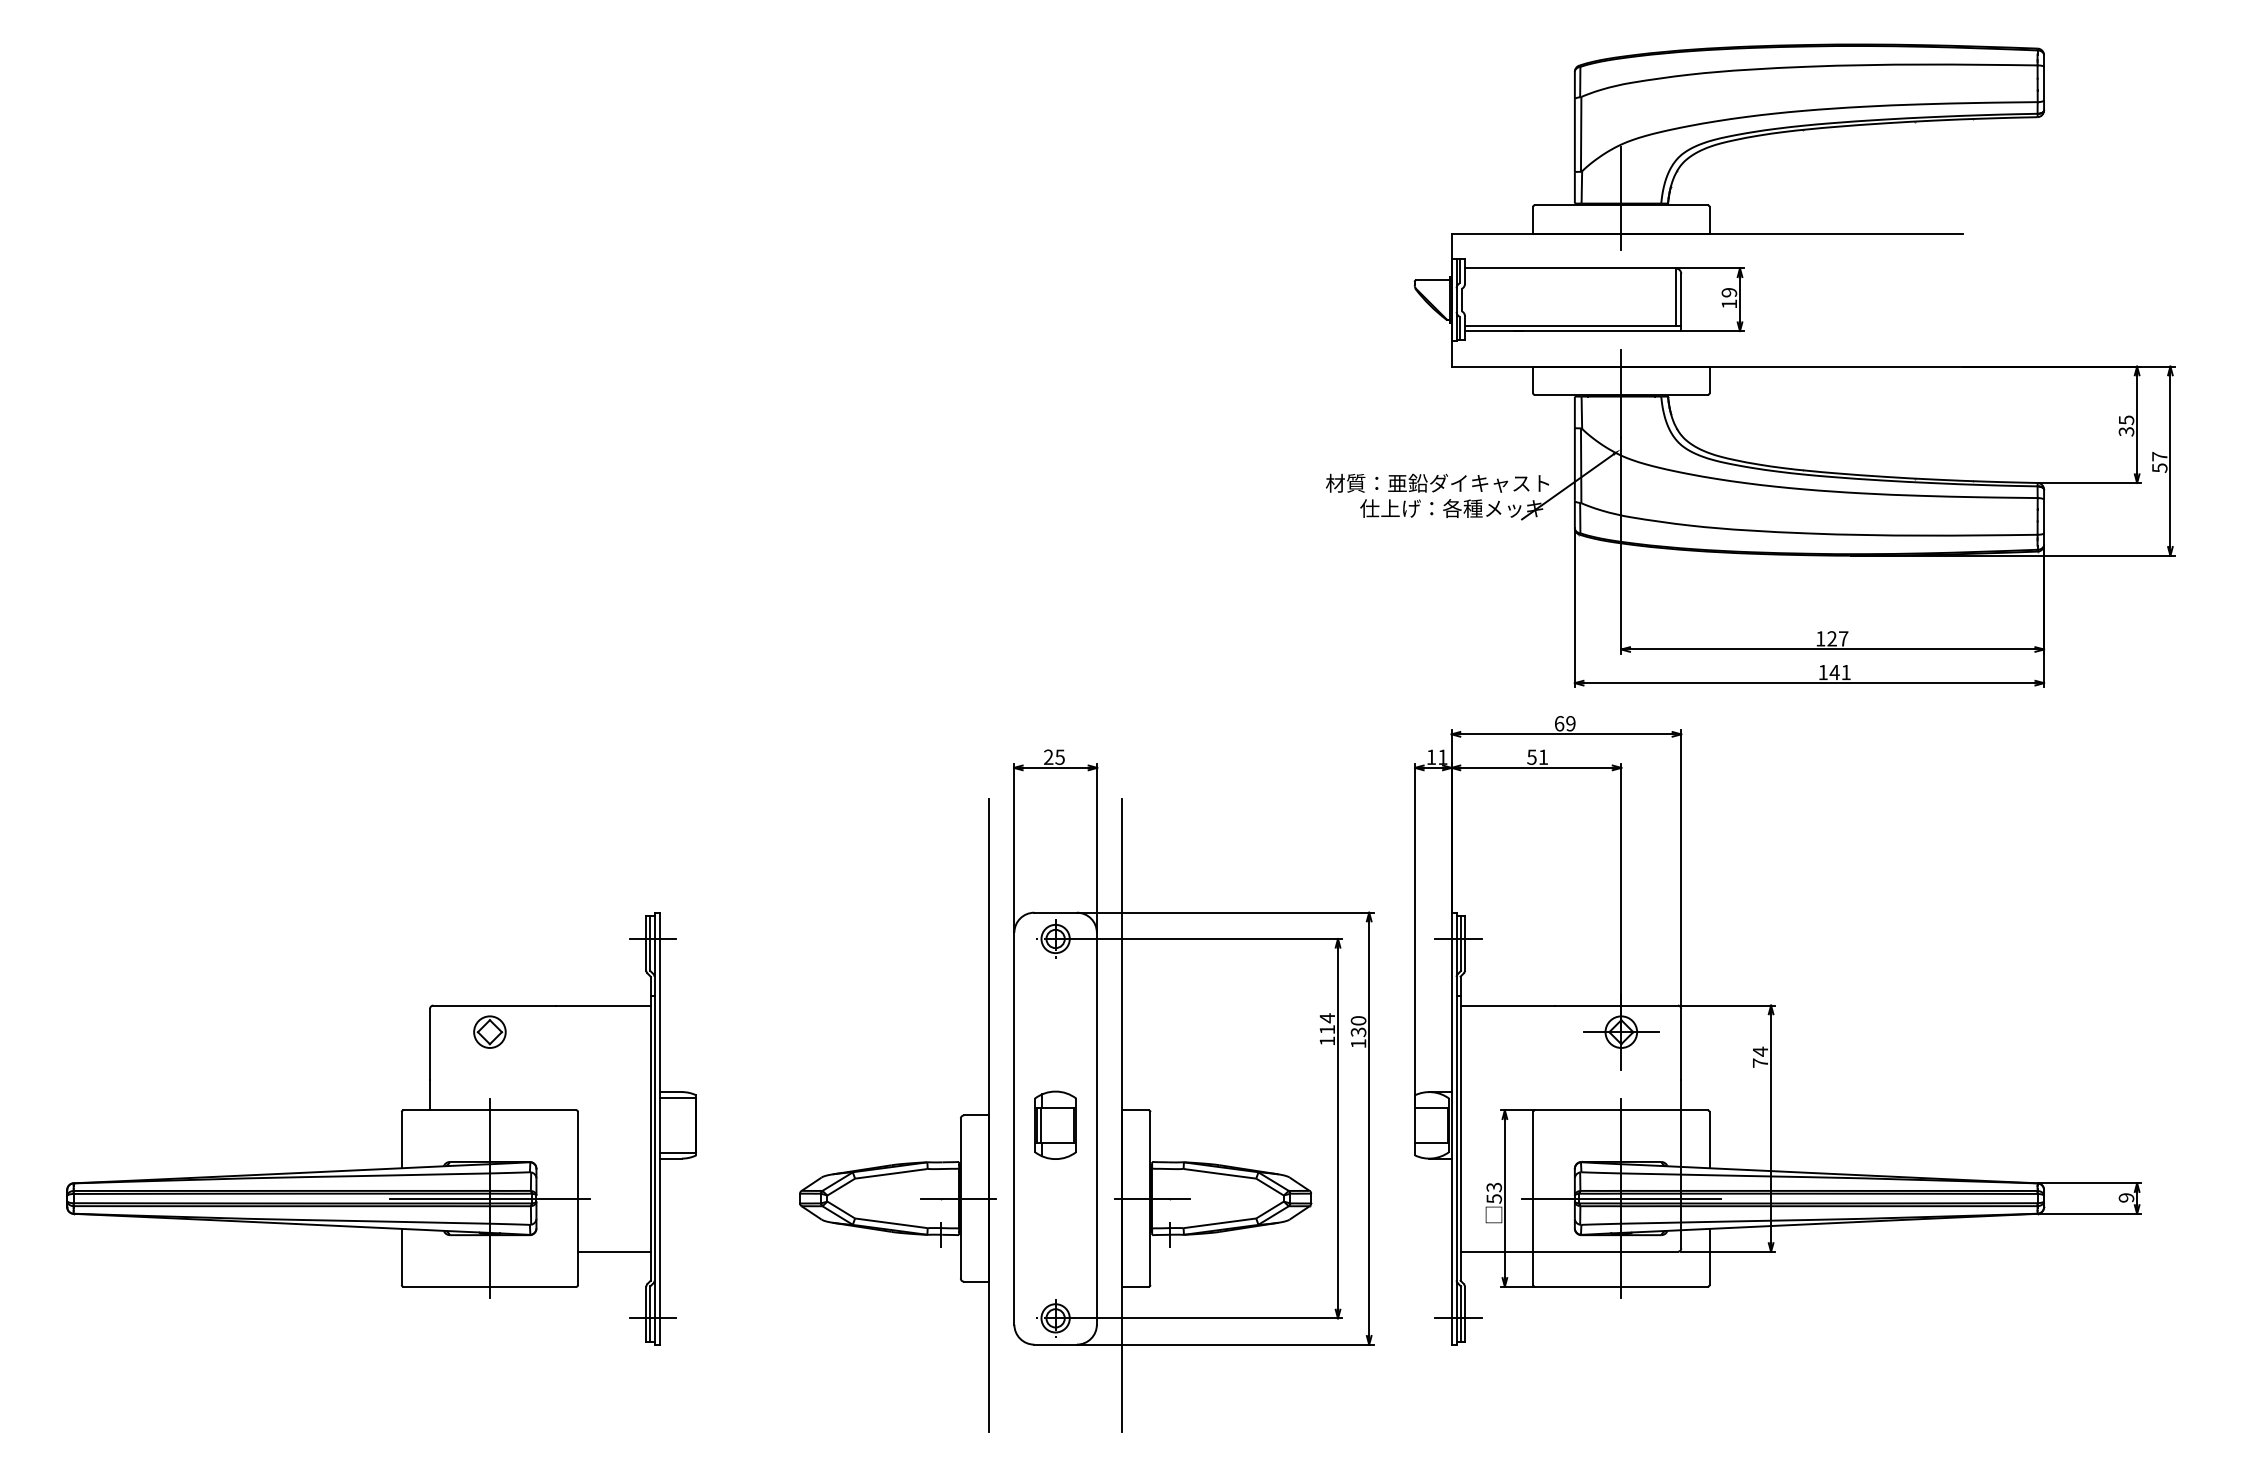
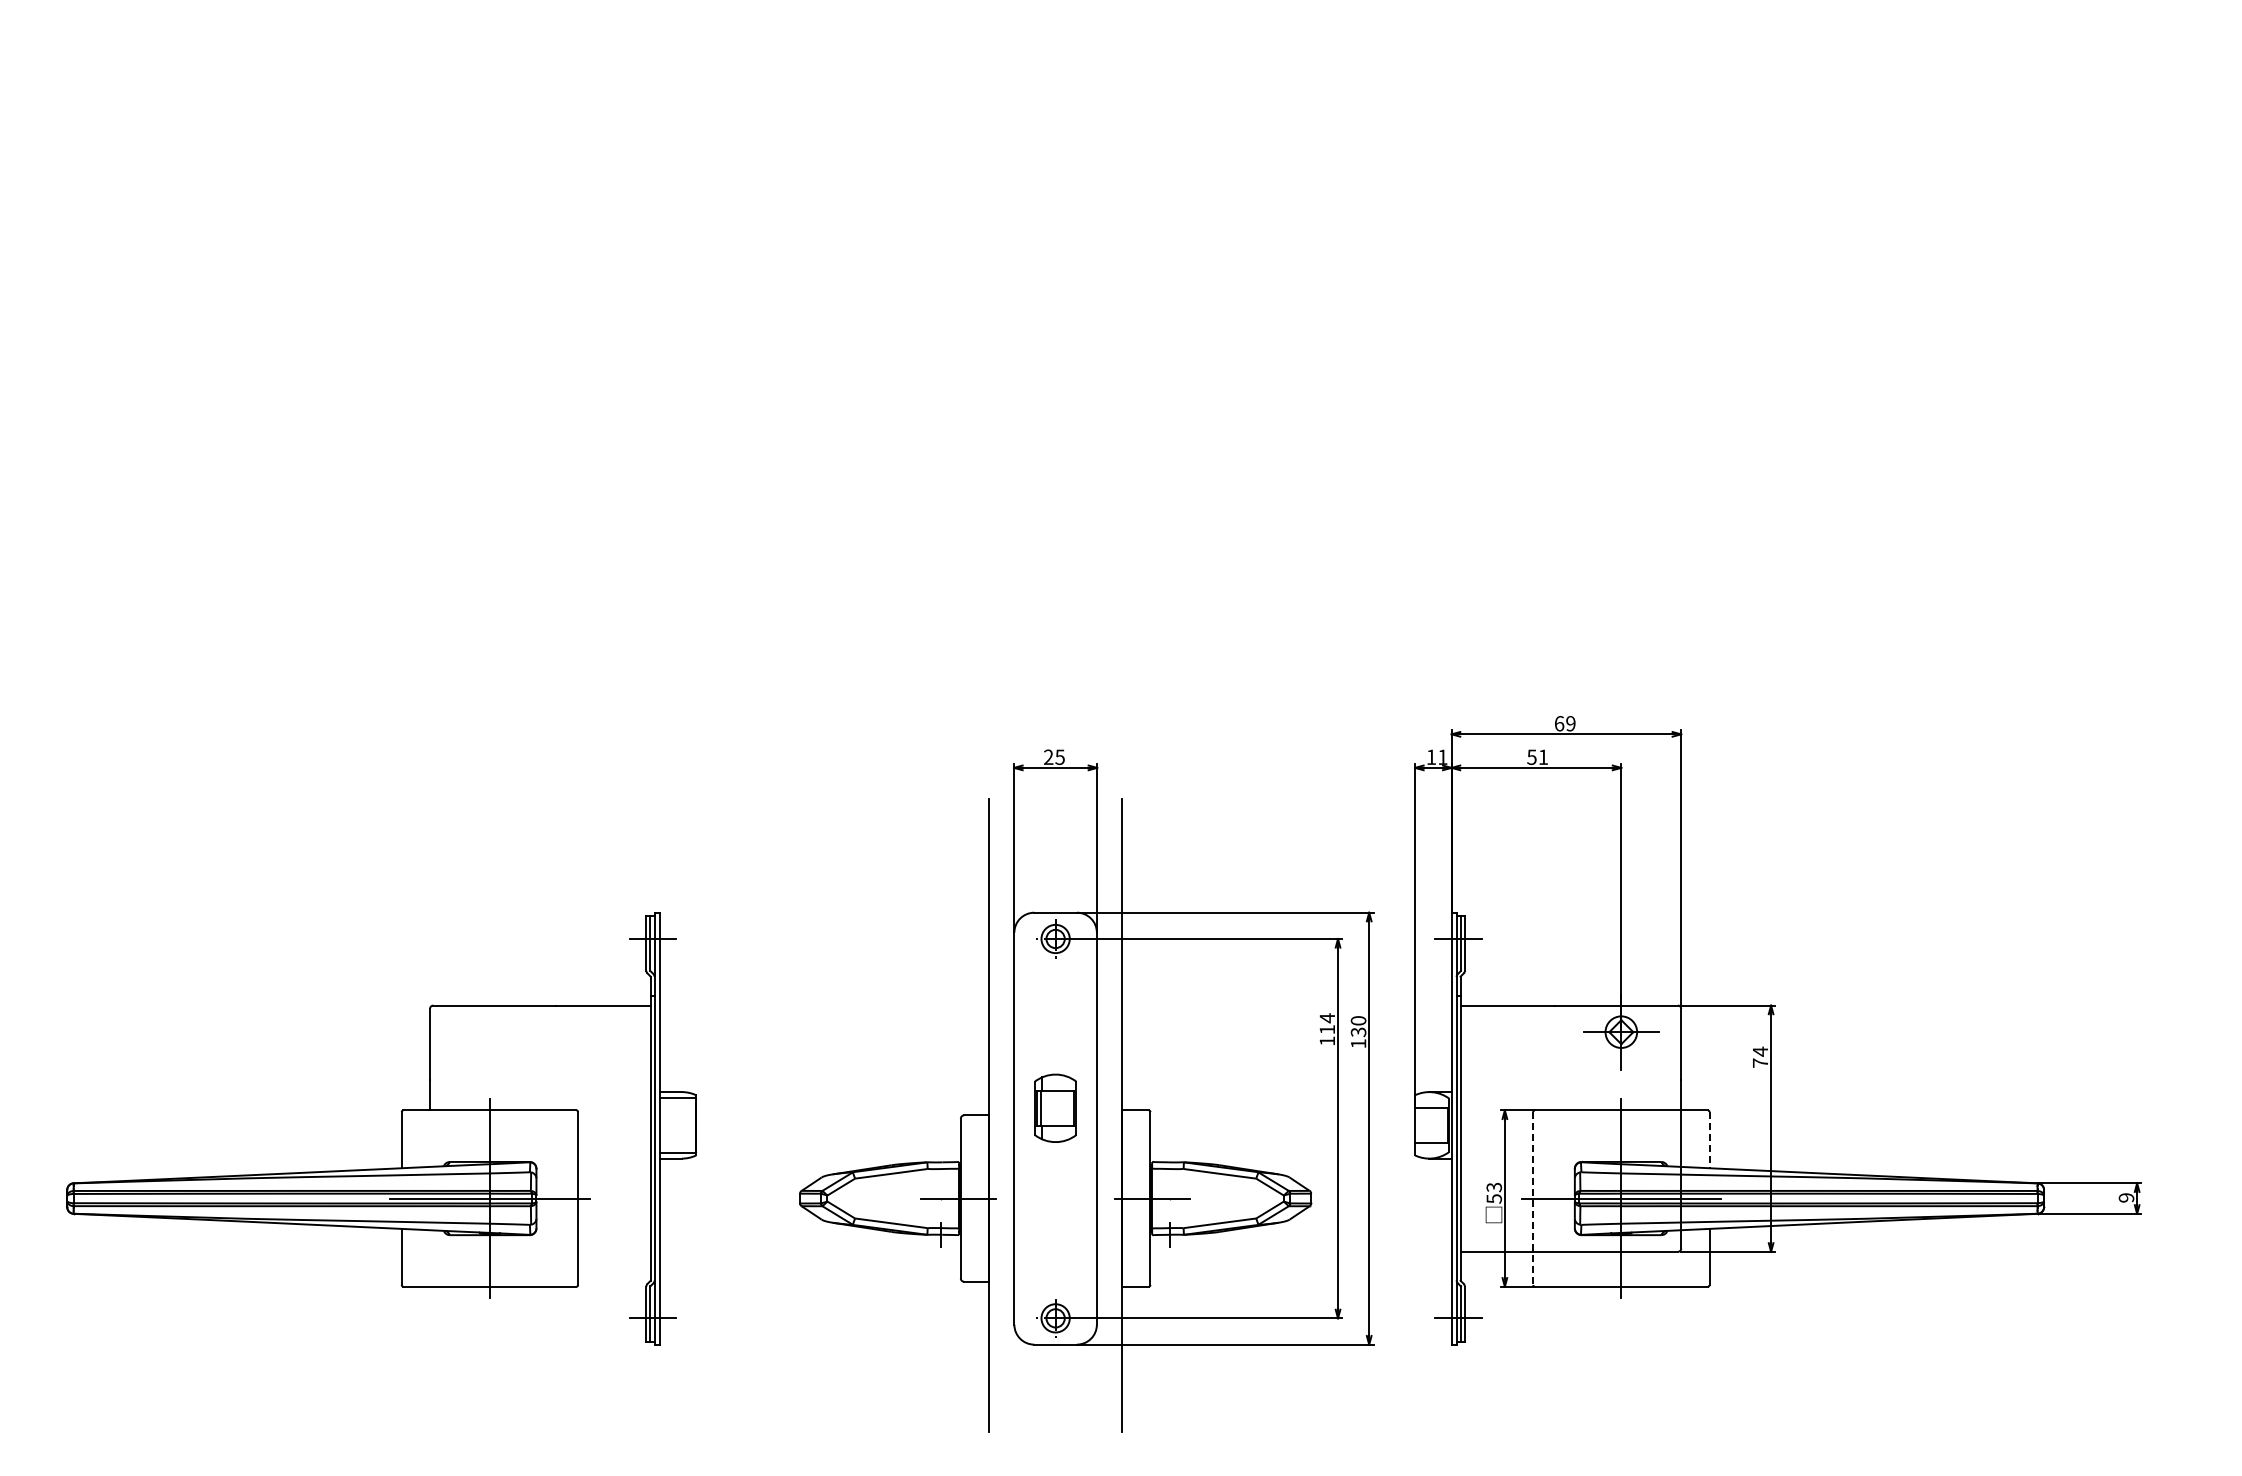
part at (1750, 365): present -> none
part at (489, 1031): present -> none
part at (1055, 1124) position: (1055, 1124) -> (1055, 1107)
line at (1709, 1140): solid -> dashed
line at (1533, 1198): solid -> dashed
line at (614, 1251): present -> none
